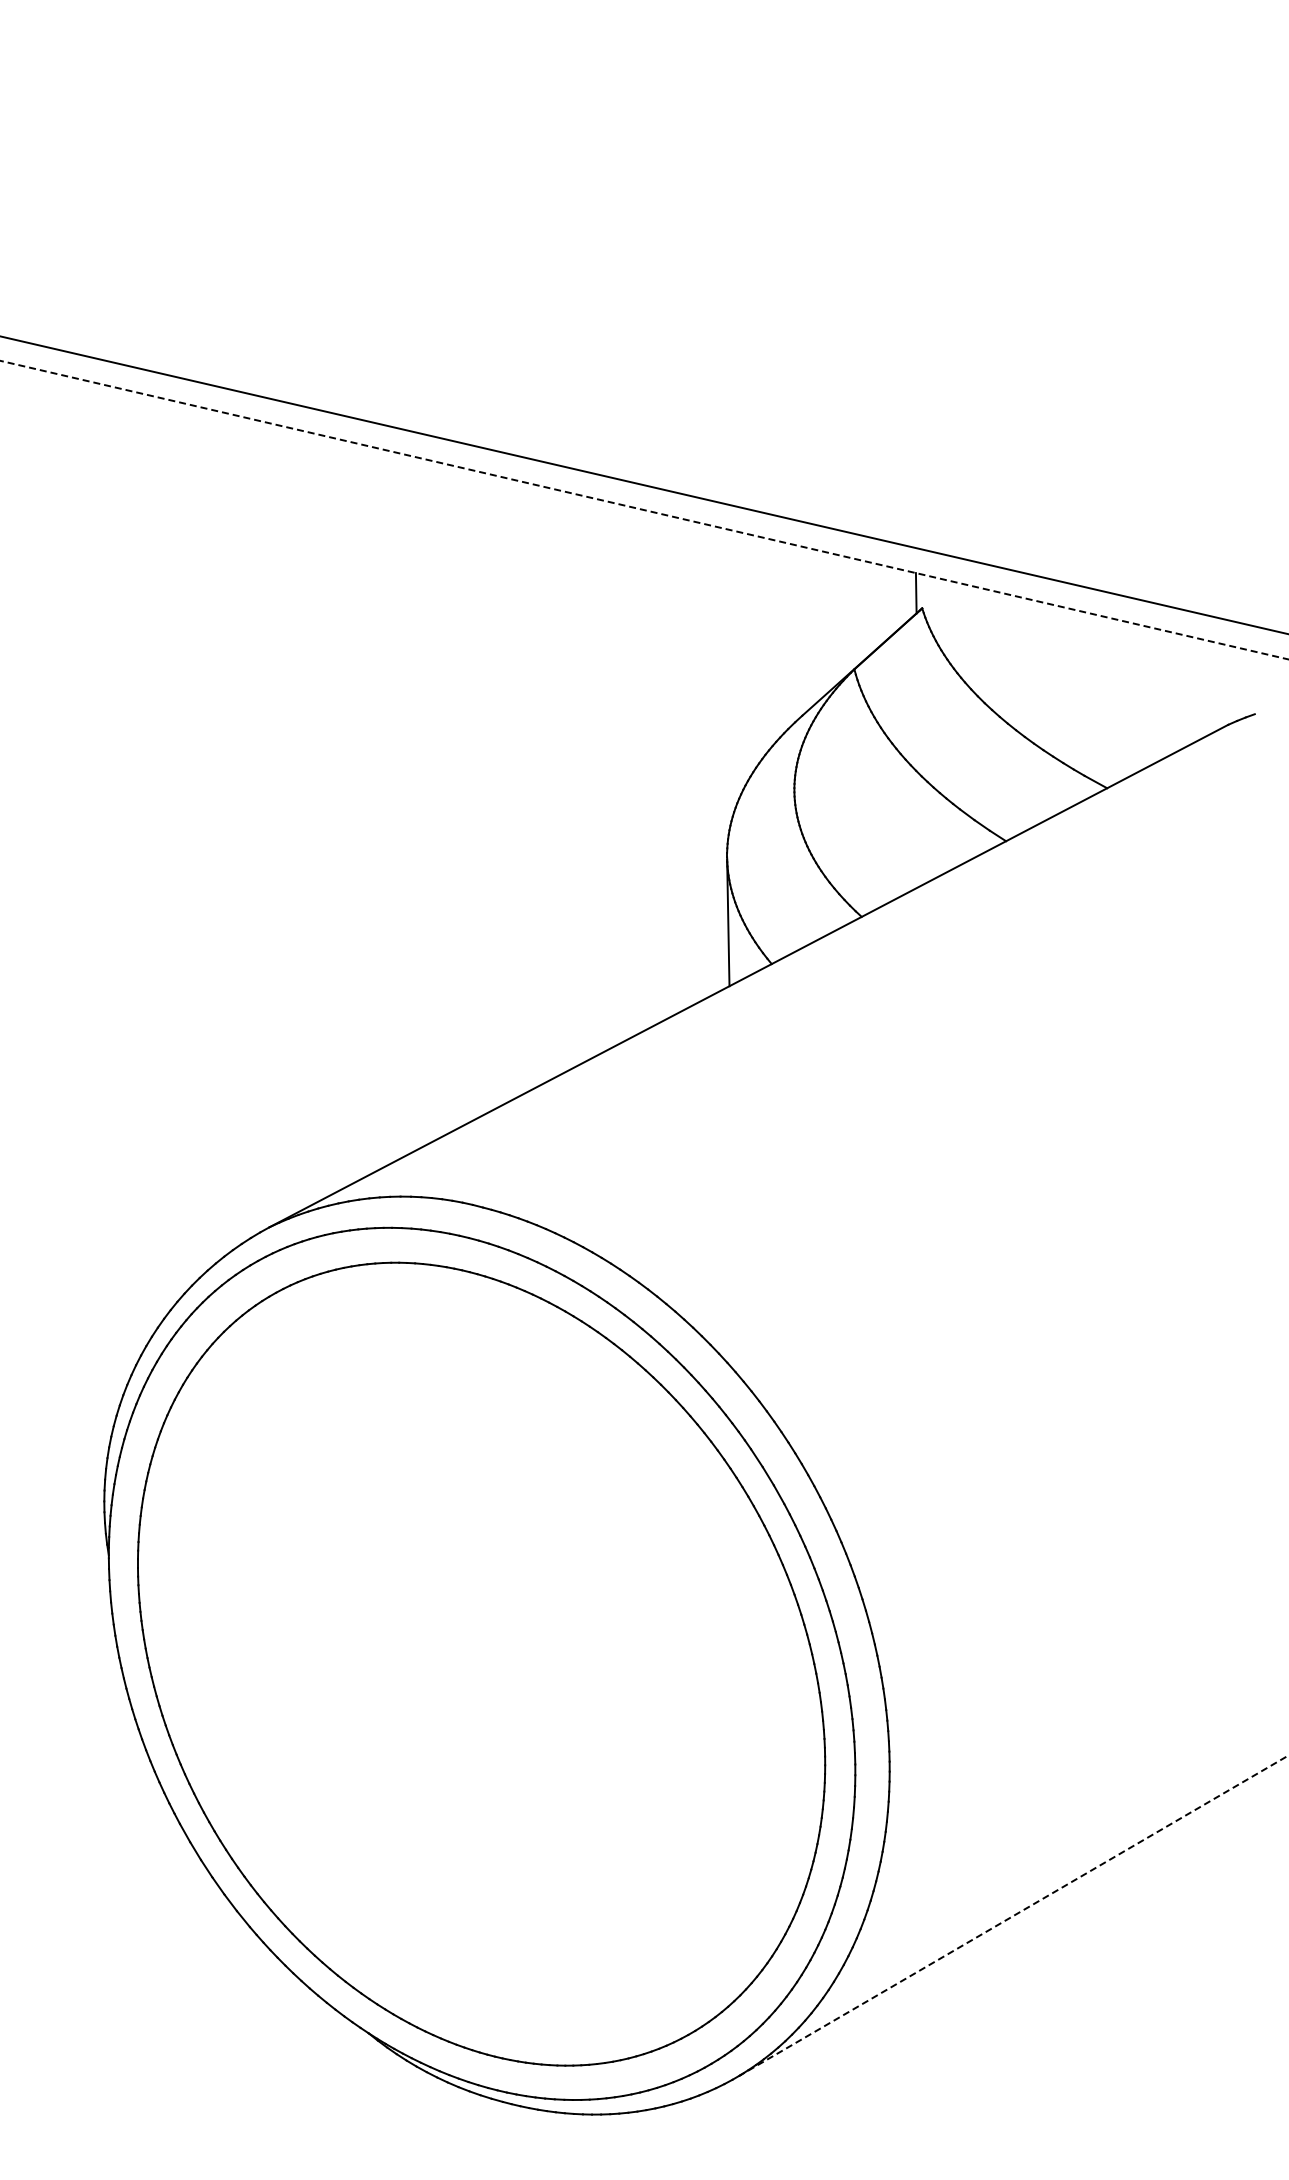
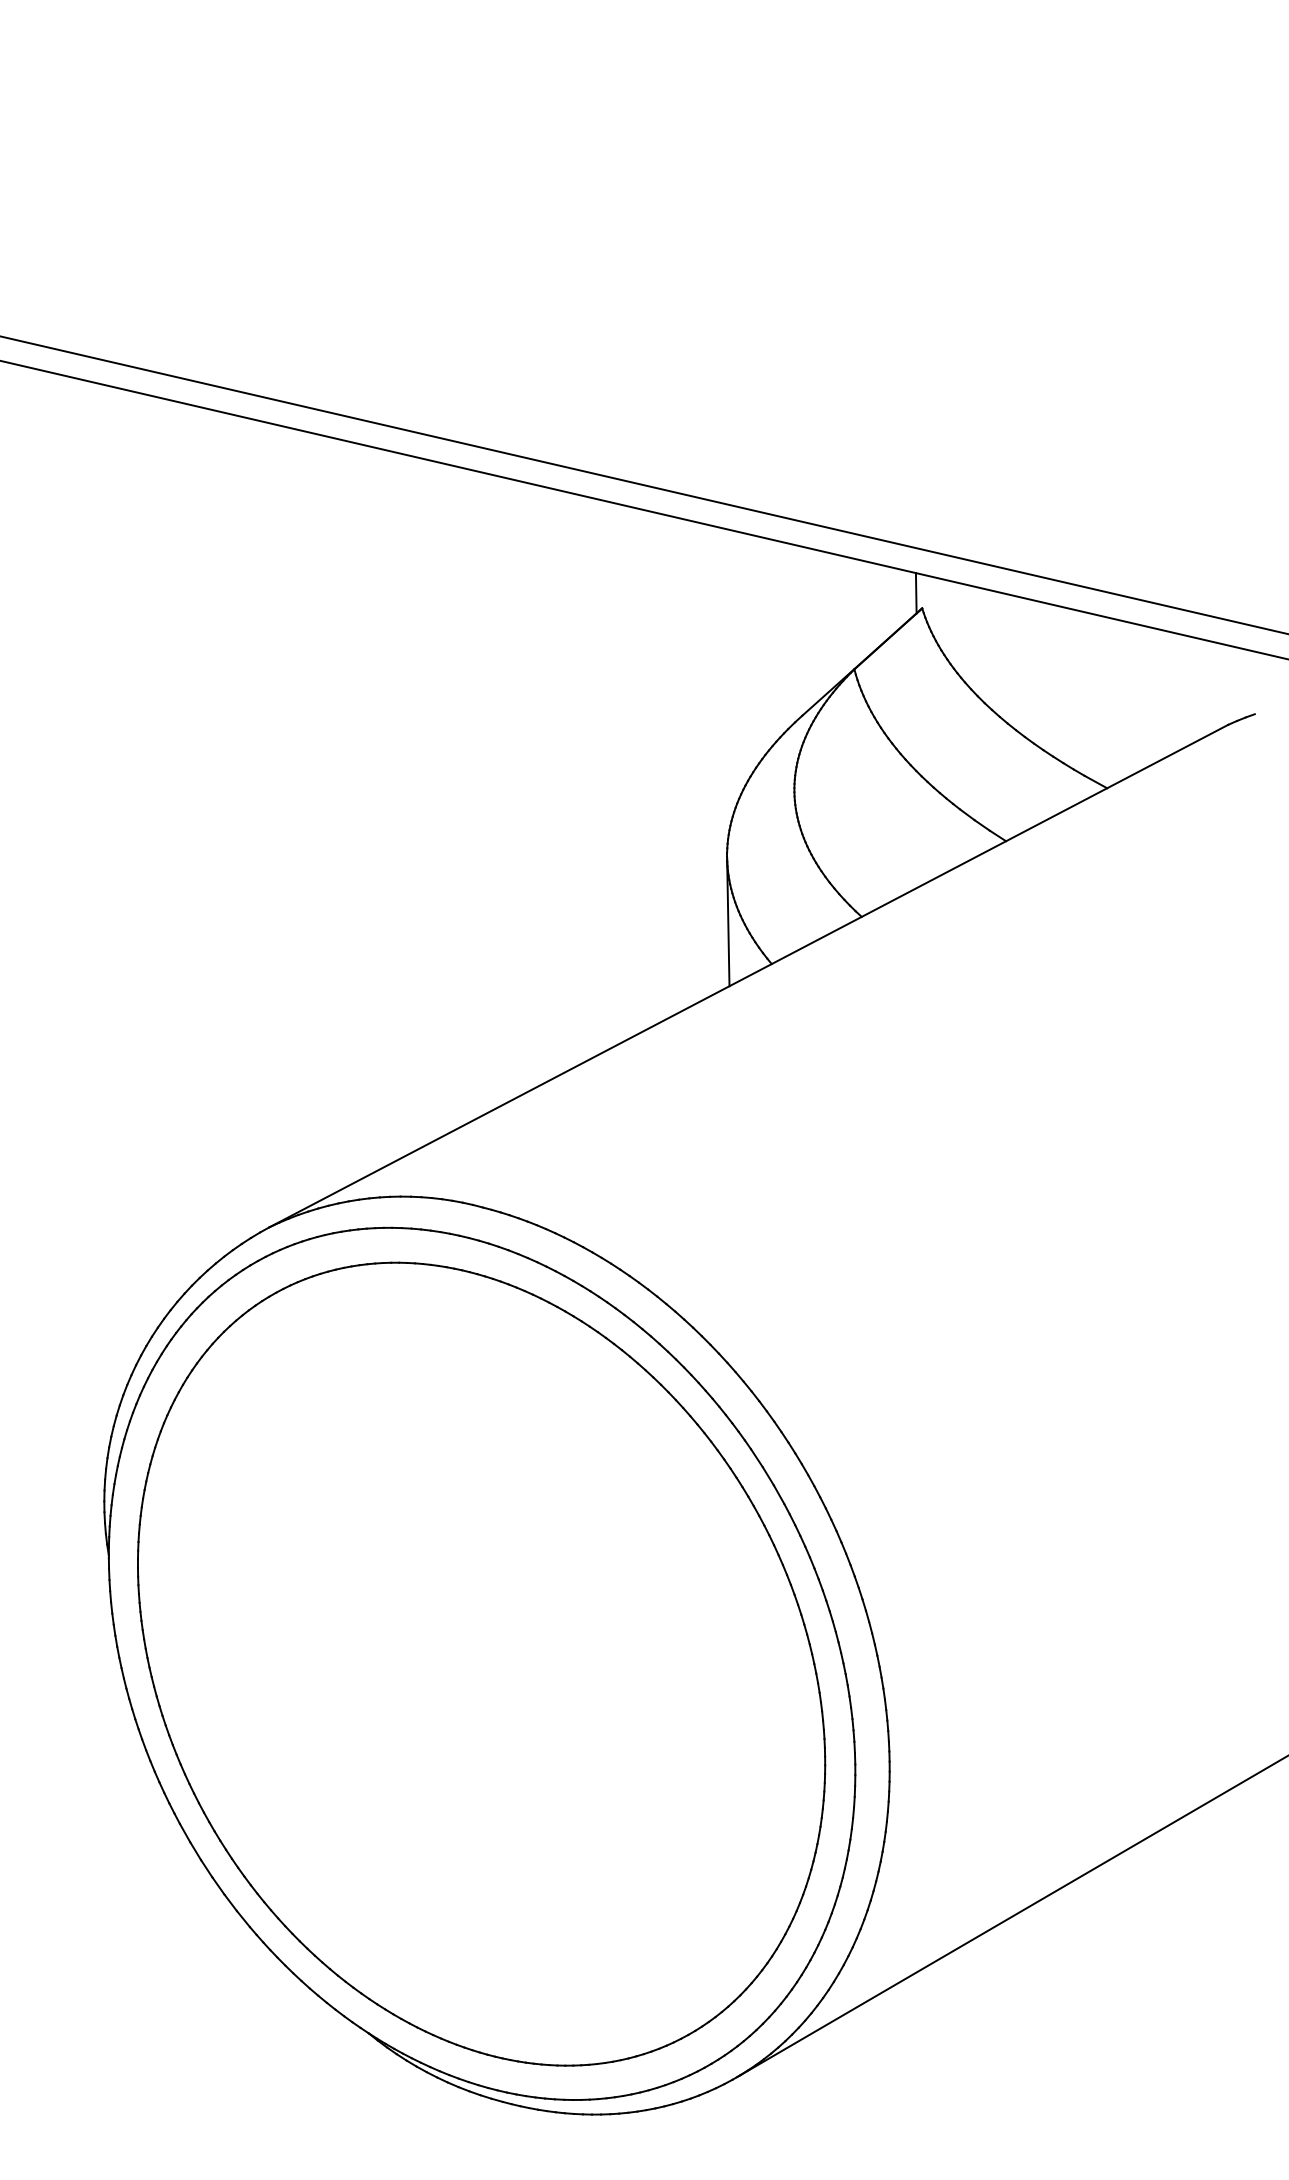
line at (644, 510): dashed -> solid
line at (1012, 1916): dashed -> solid
